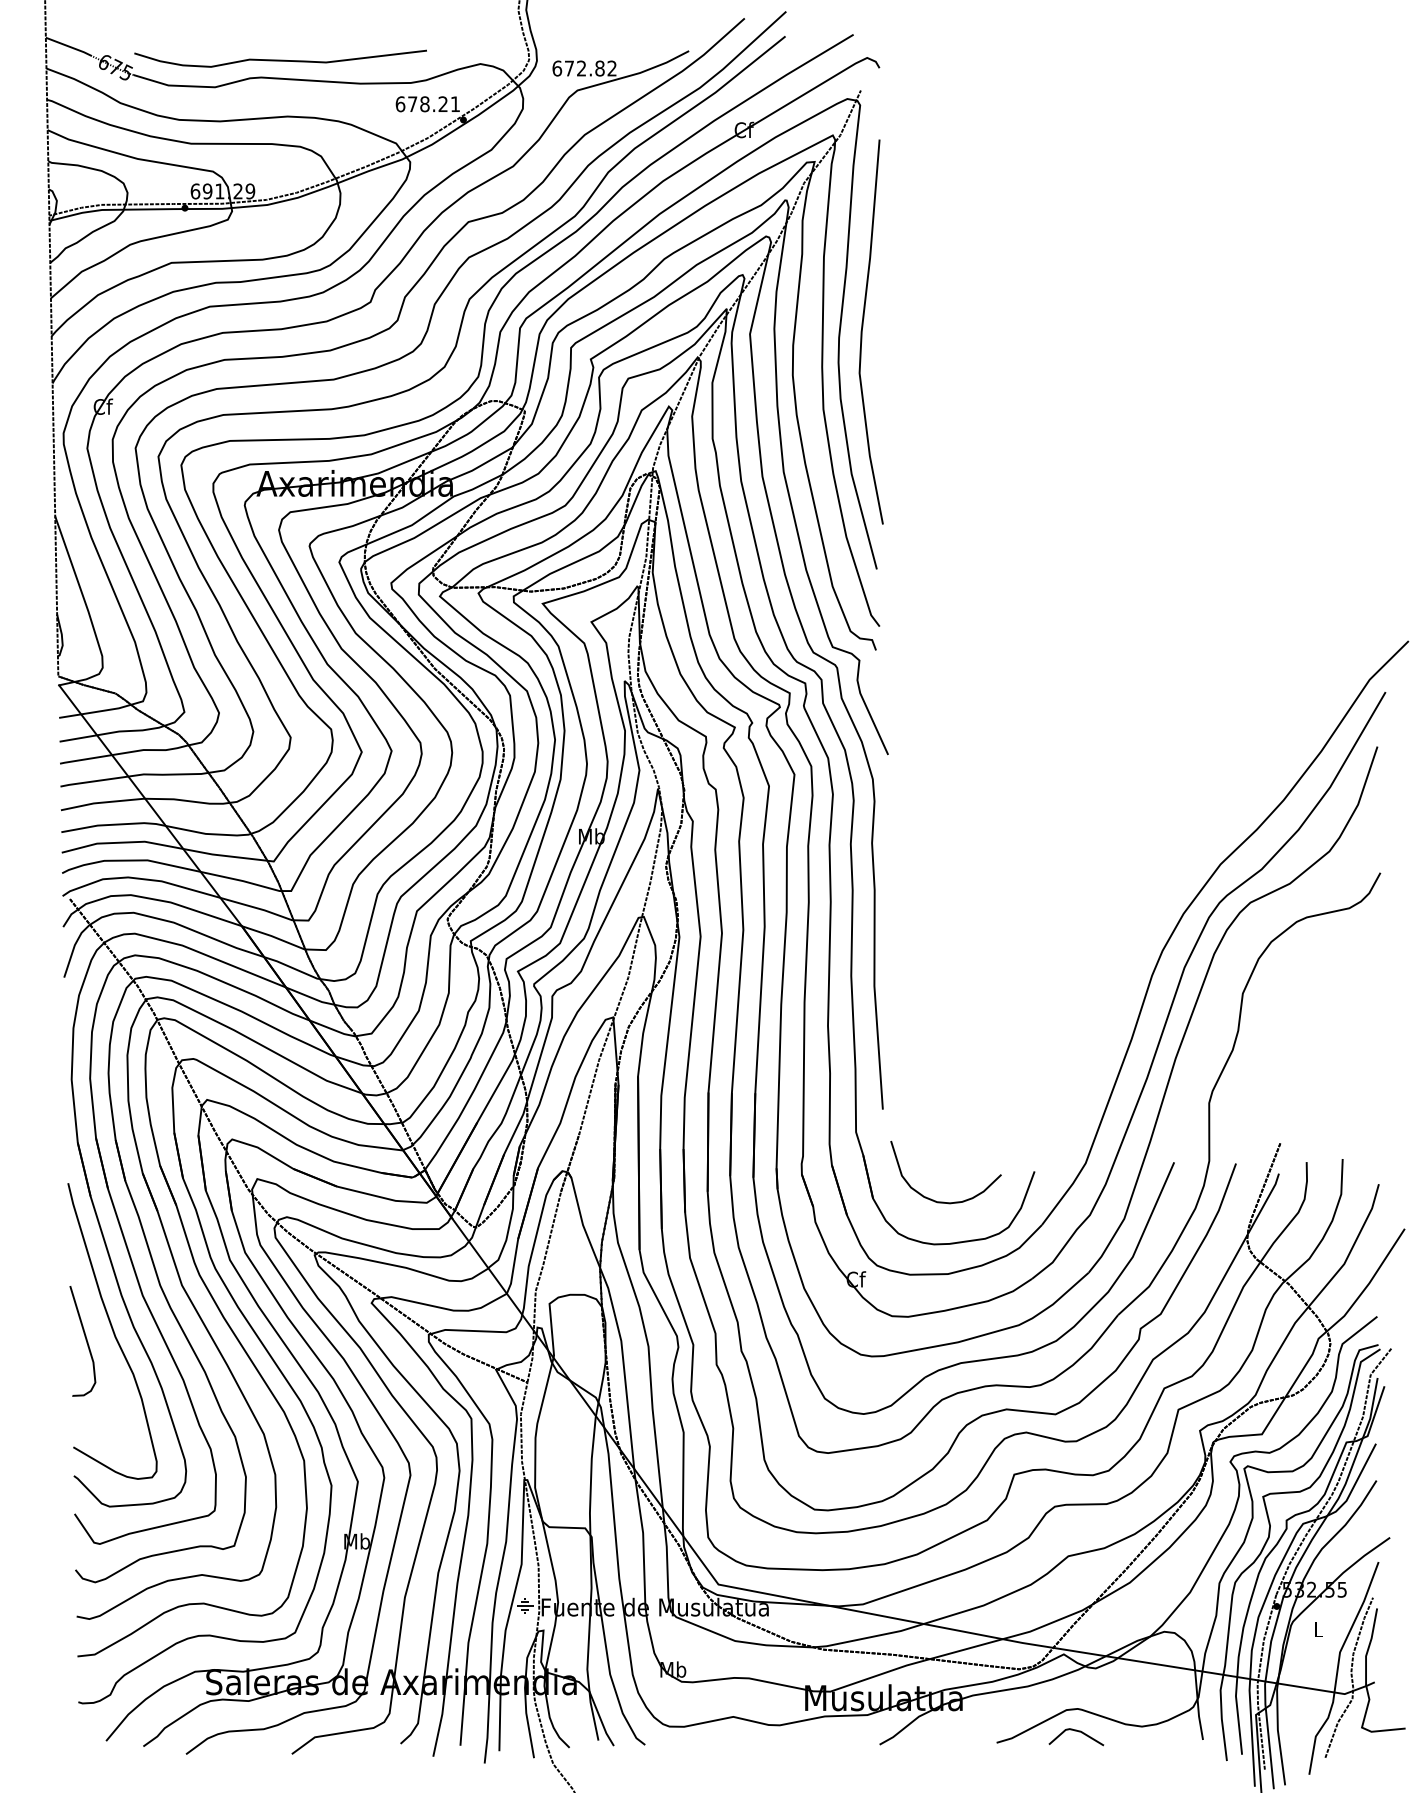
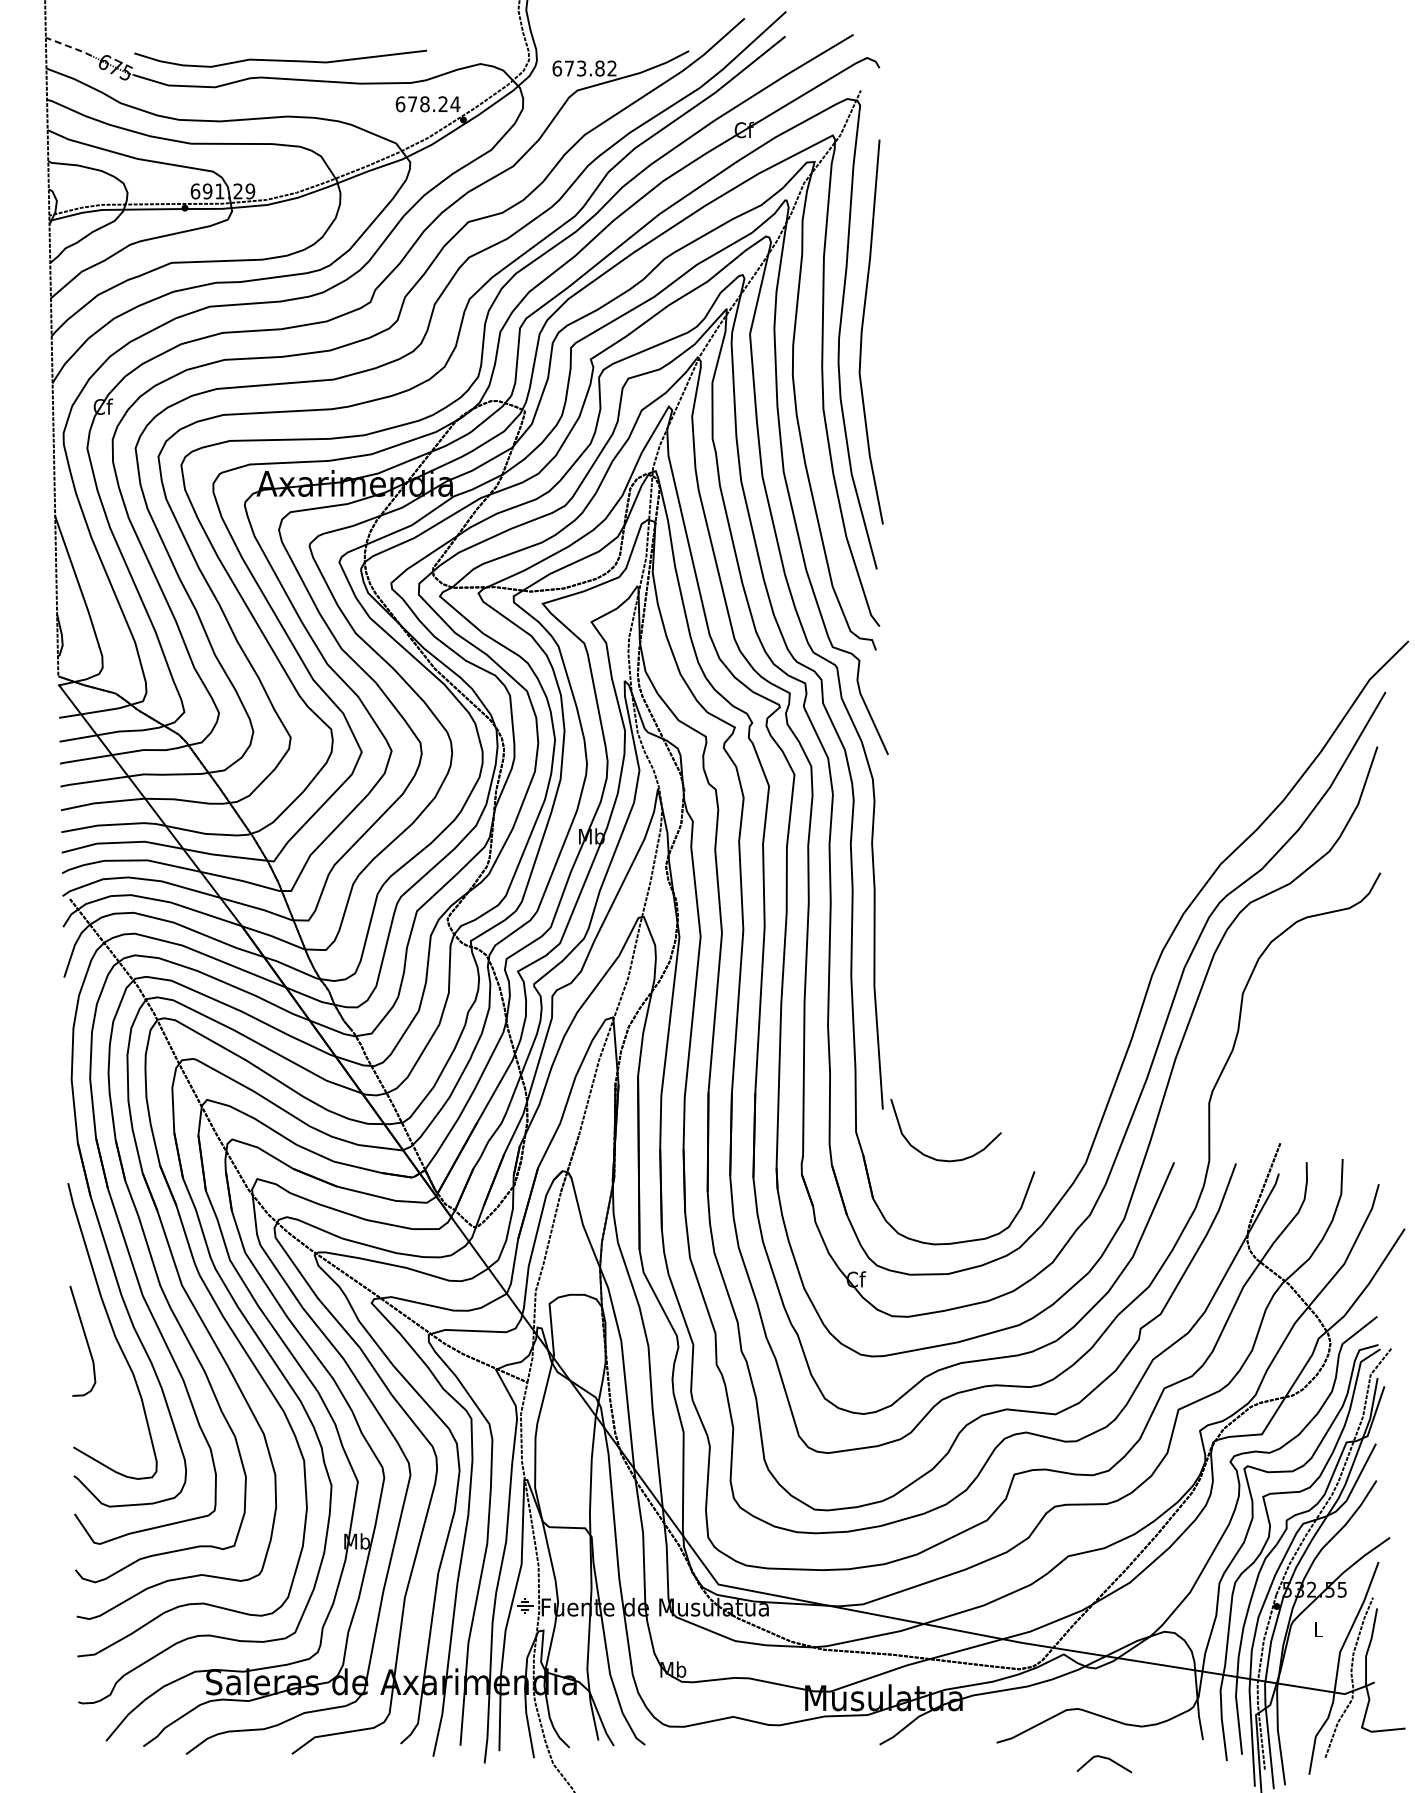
line at (69, 46): solid -> dashed
text at (581, 68): 672.82 -> 673.82
text at (455, 103): 678.21 -> 678.24
curve at (944, 1201) position: (944, 1201) -> (944, 1159)
line at (1078, 1732) position: (1078, 1732) -> (1106, 1759)
